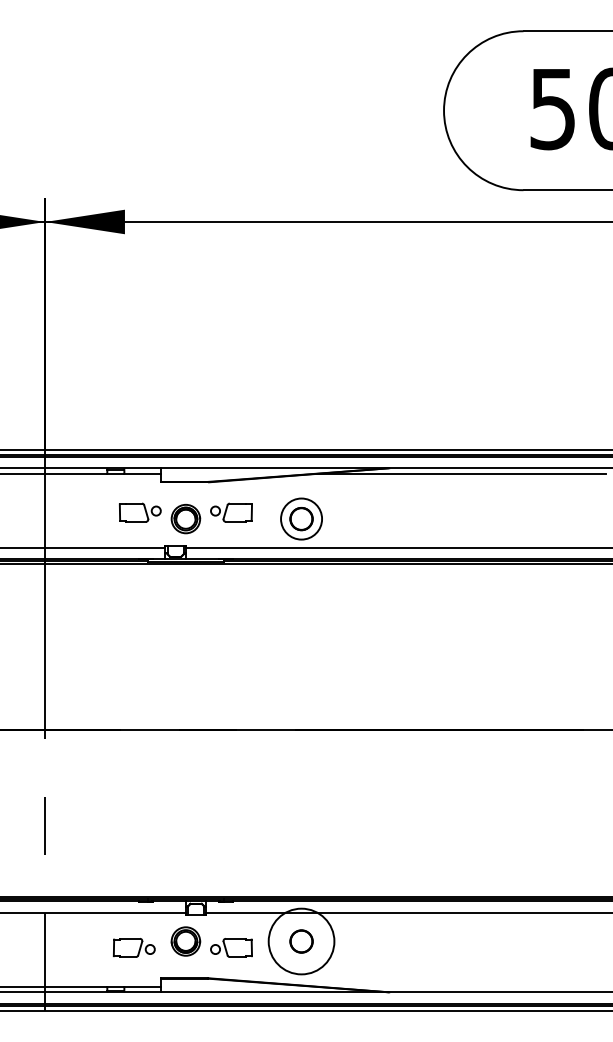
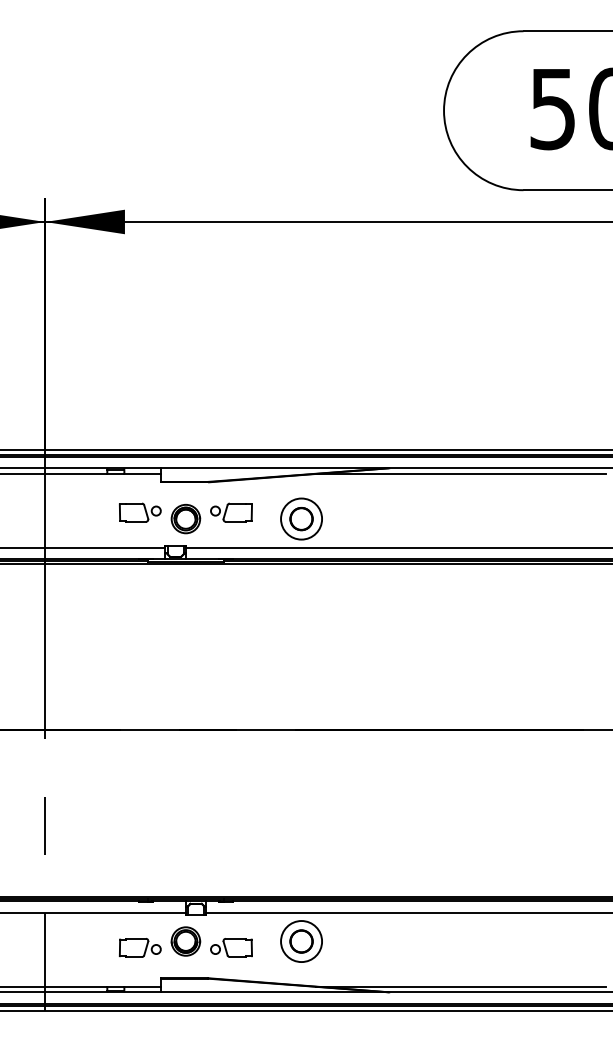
circle at (301, 941) diameter: 66 px -> 41 px
part at (133, 947) position: (133, 947) -> (139, 947)
line at (461, 986): none -> present
